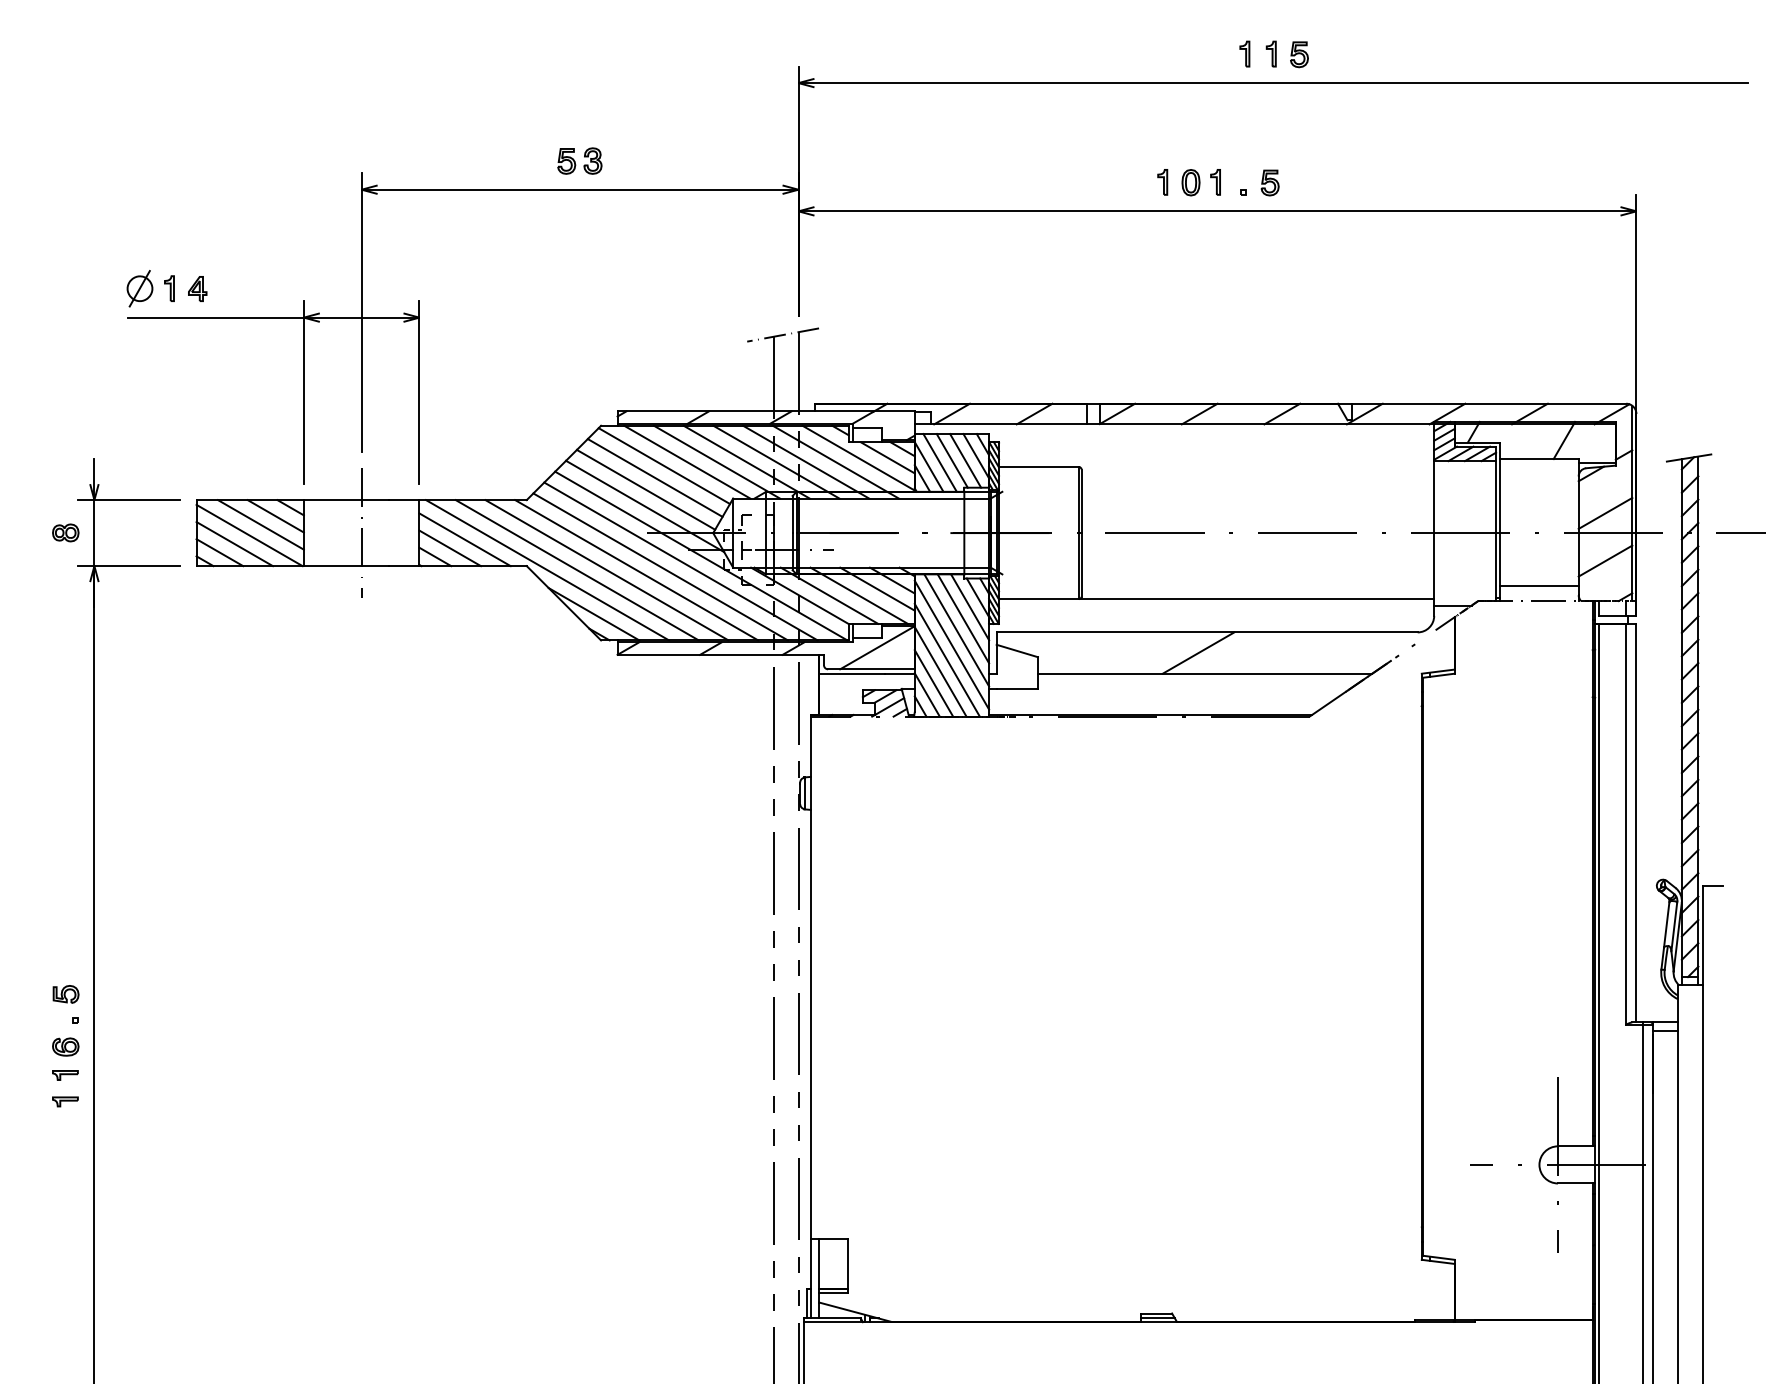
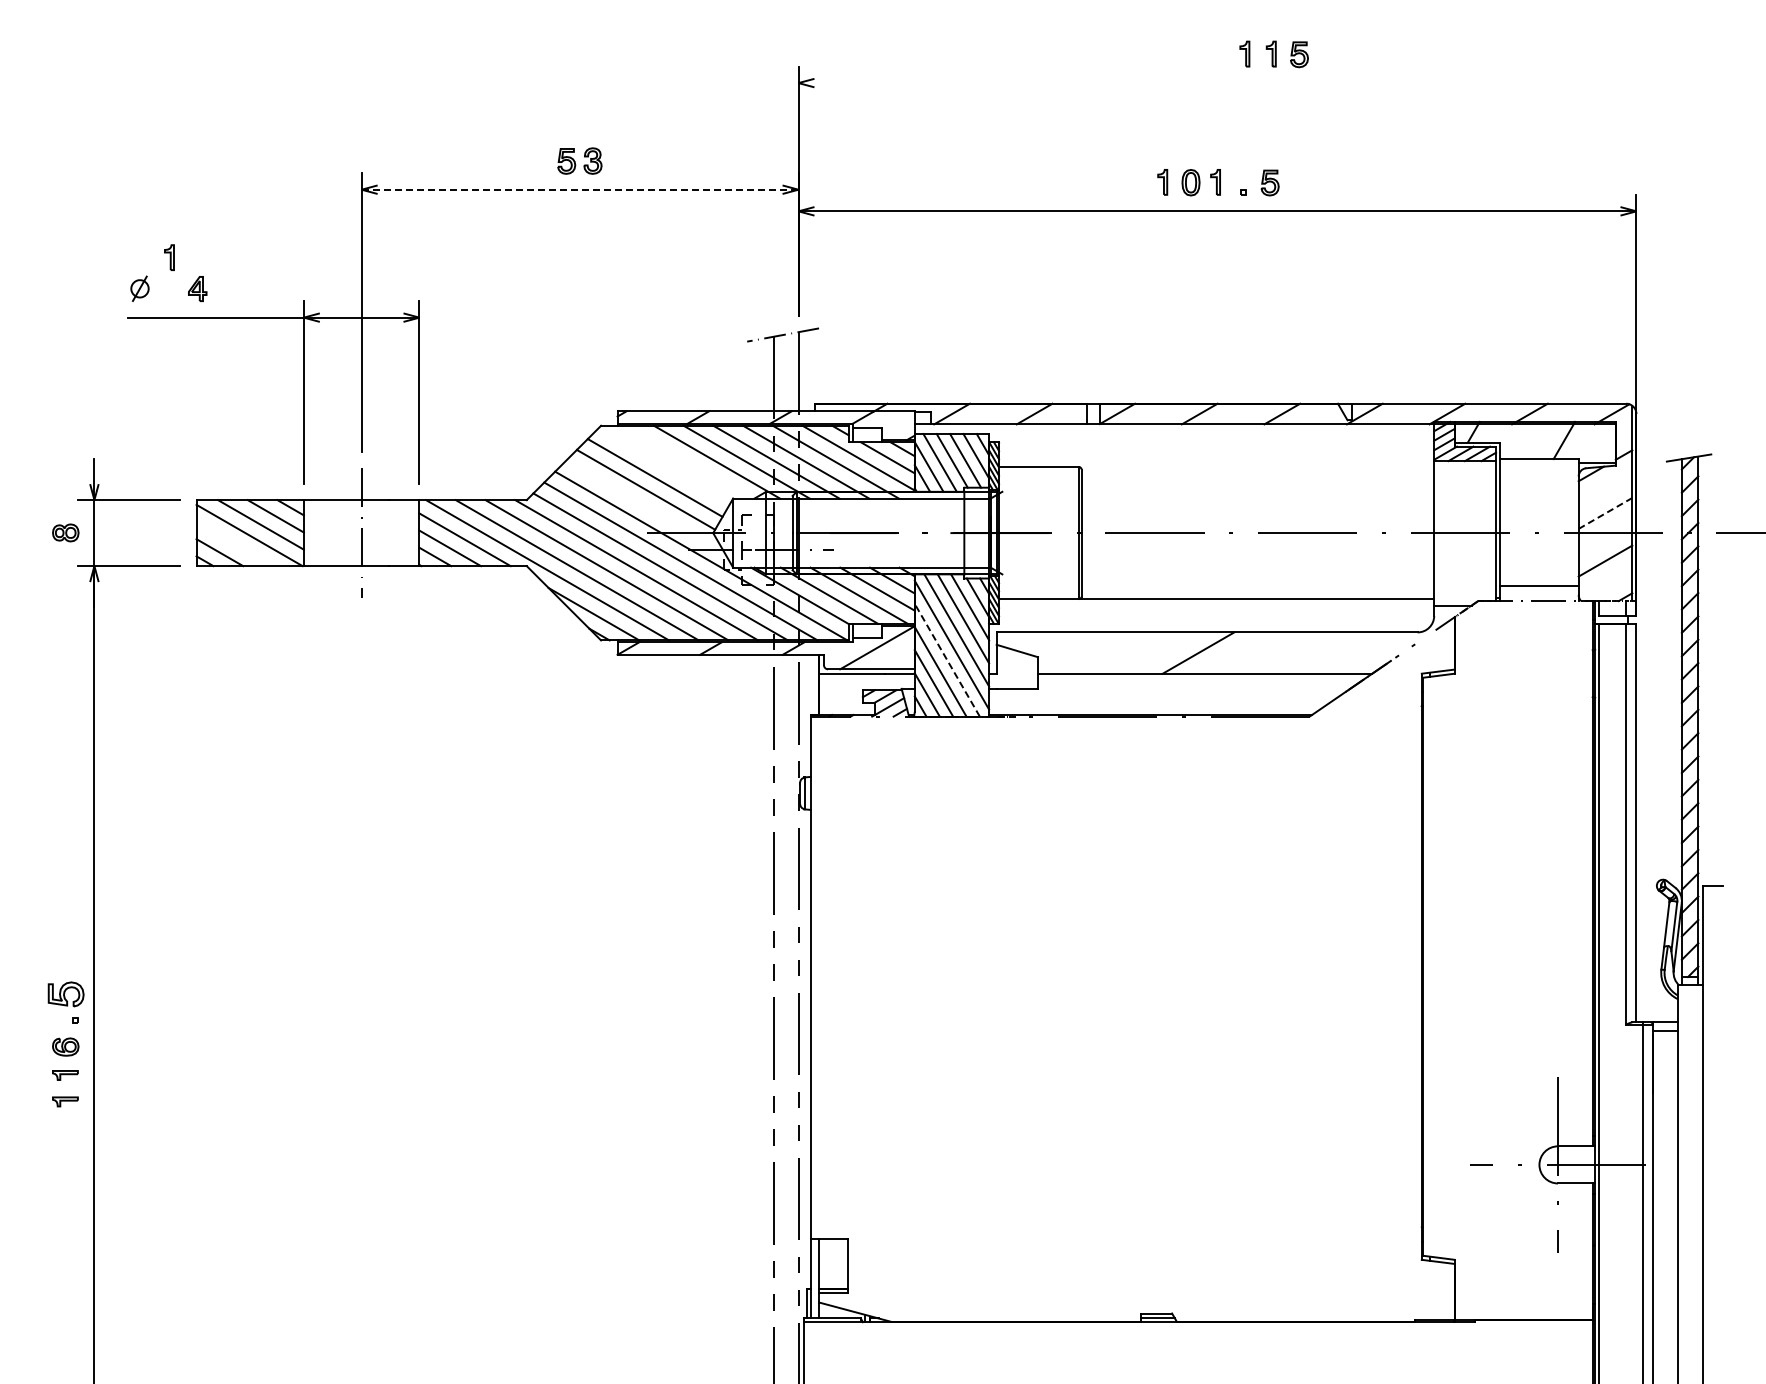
line at (1272, 83): present -> none
line at (580, 189): solid -> dashed
part at (139, 288) size: 28x38 px -> 20x27 px
part at (169, 288) position: (169, 288) -> (169, 257)
line at (687, 461): present -> none
line at (664, 466): present -> none
line at (645, 506): present -> none
line at (1605, 513): solid -> dashed
line at (234, 544): present -> none
line at (947, 659): solid -> dashed
part at (65, 994) size: 28x19 px -> 38x27 px
